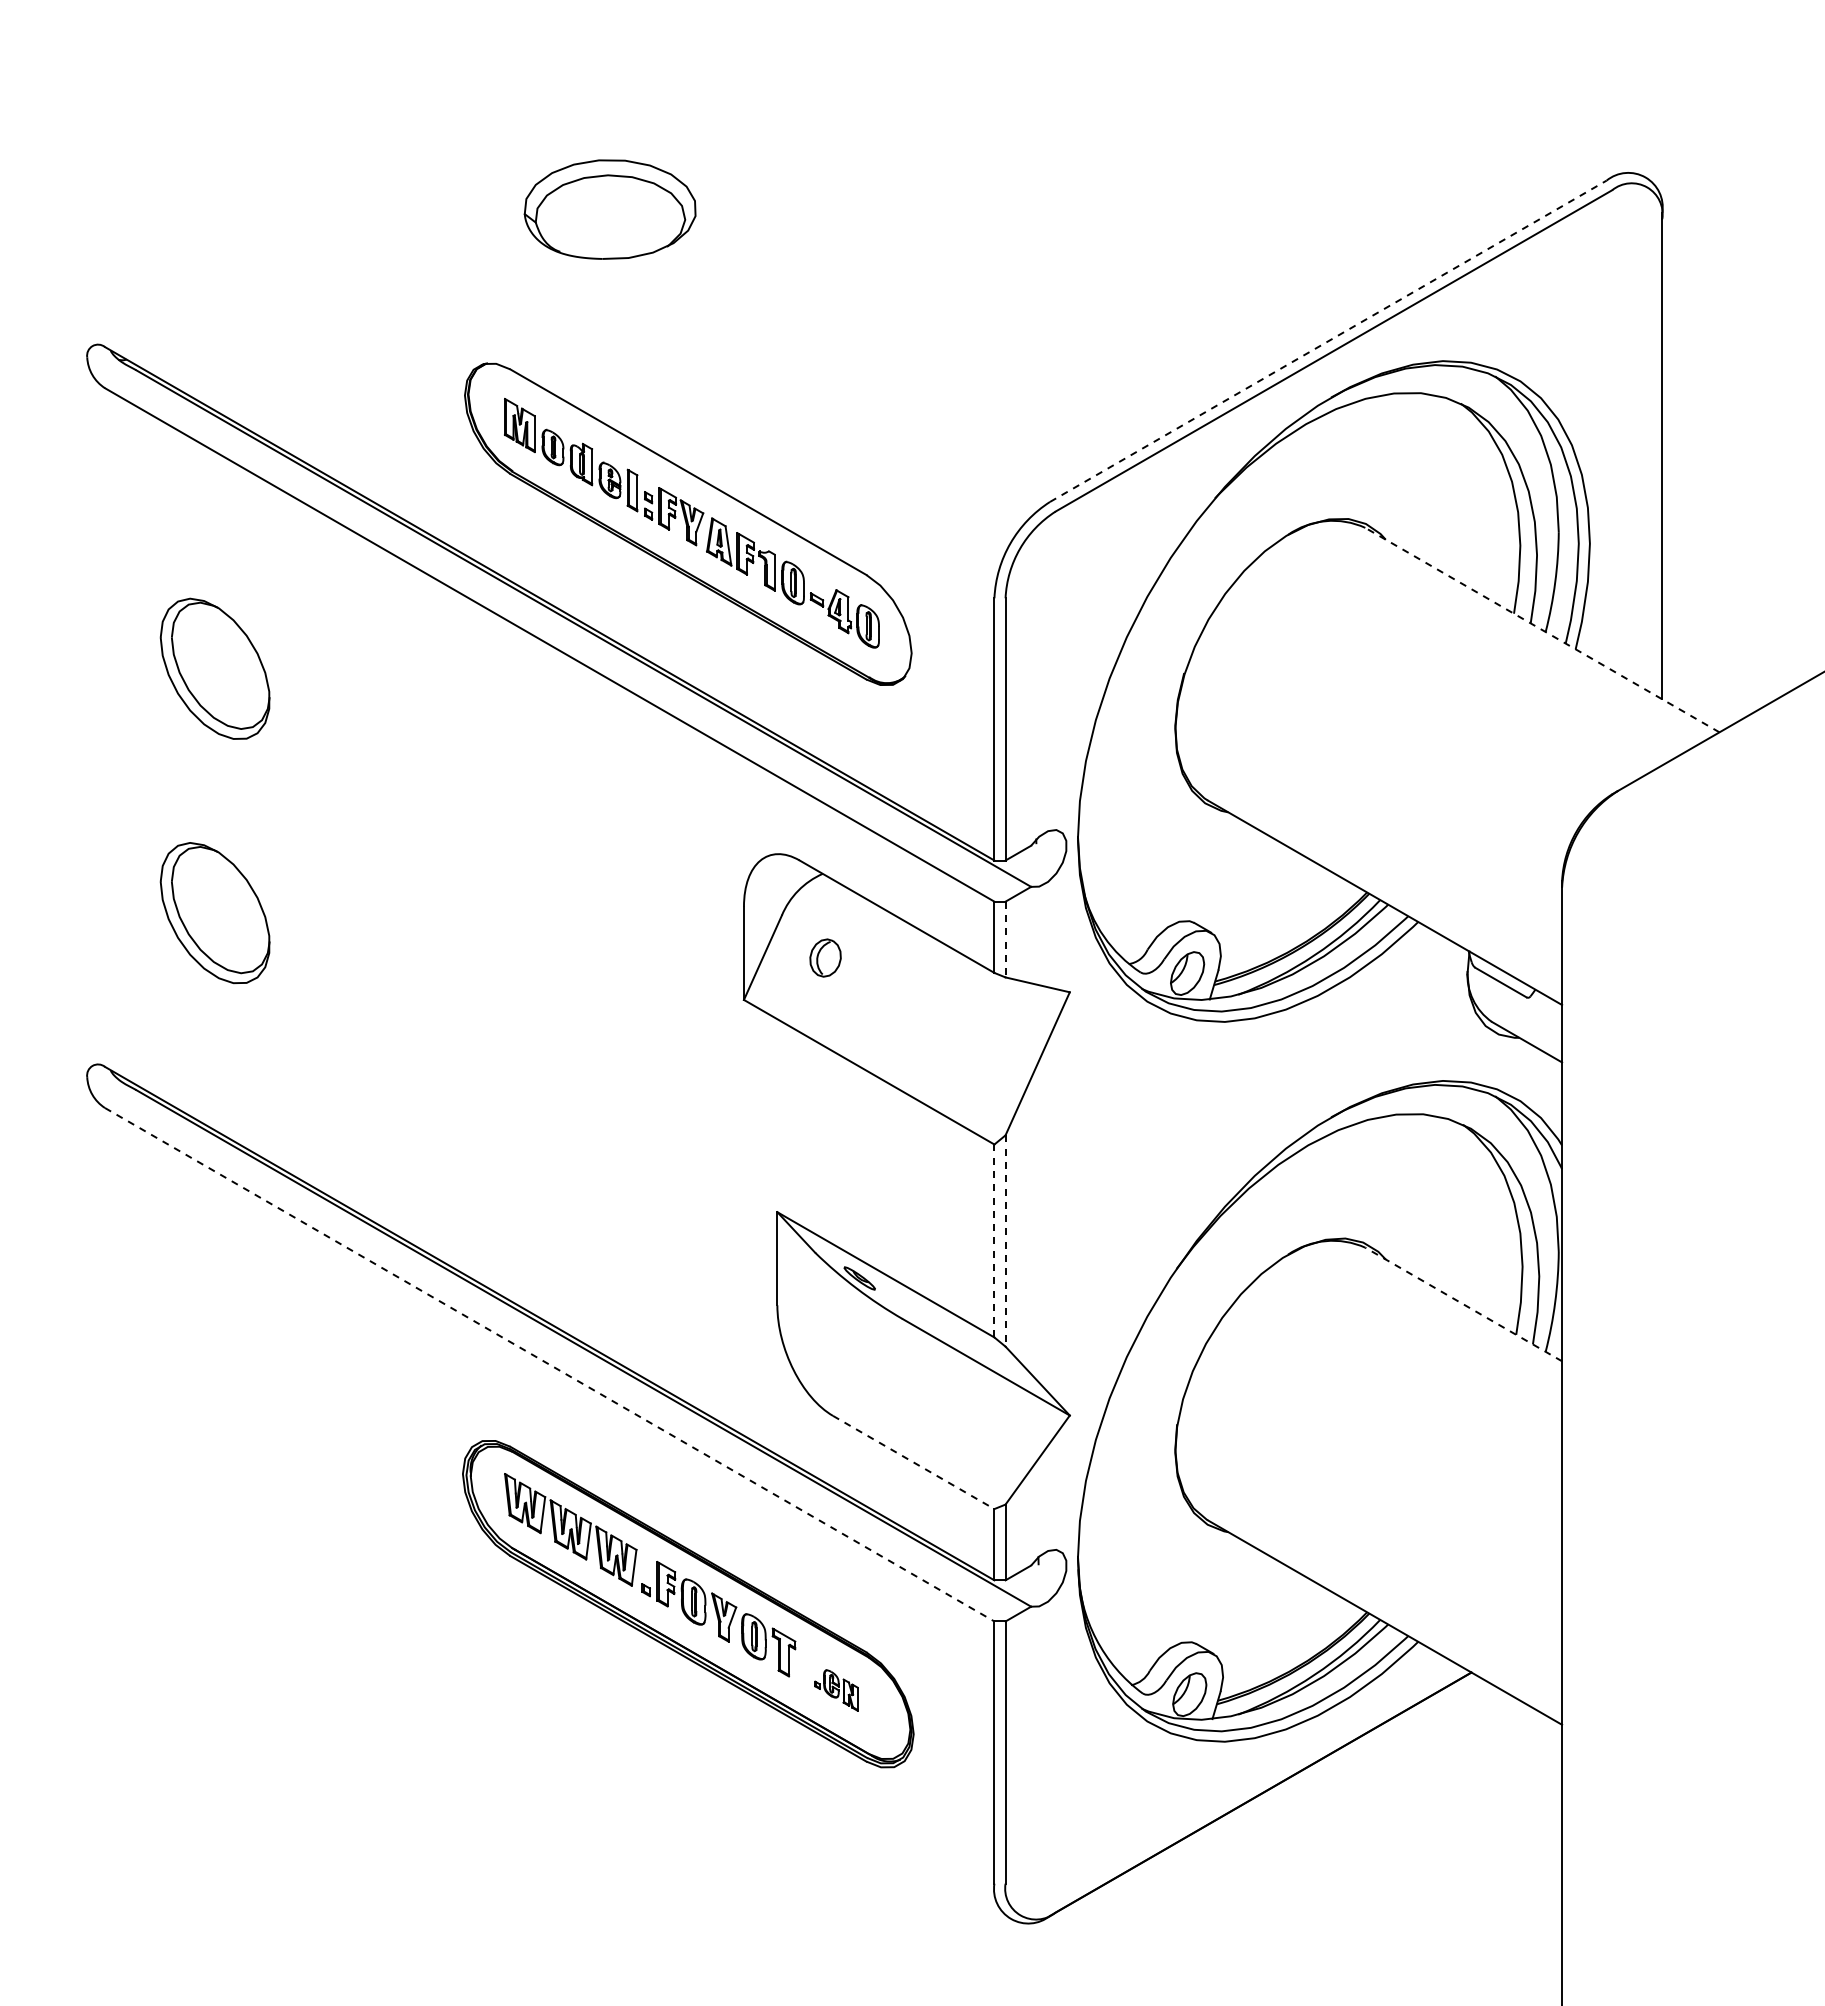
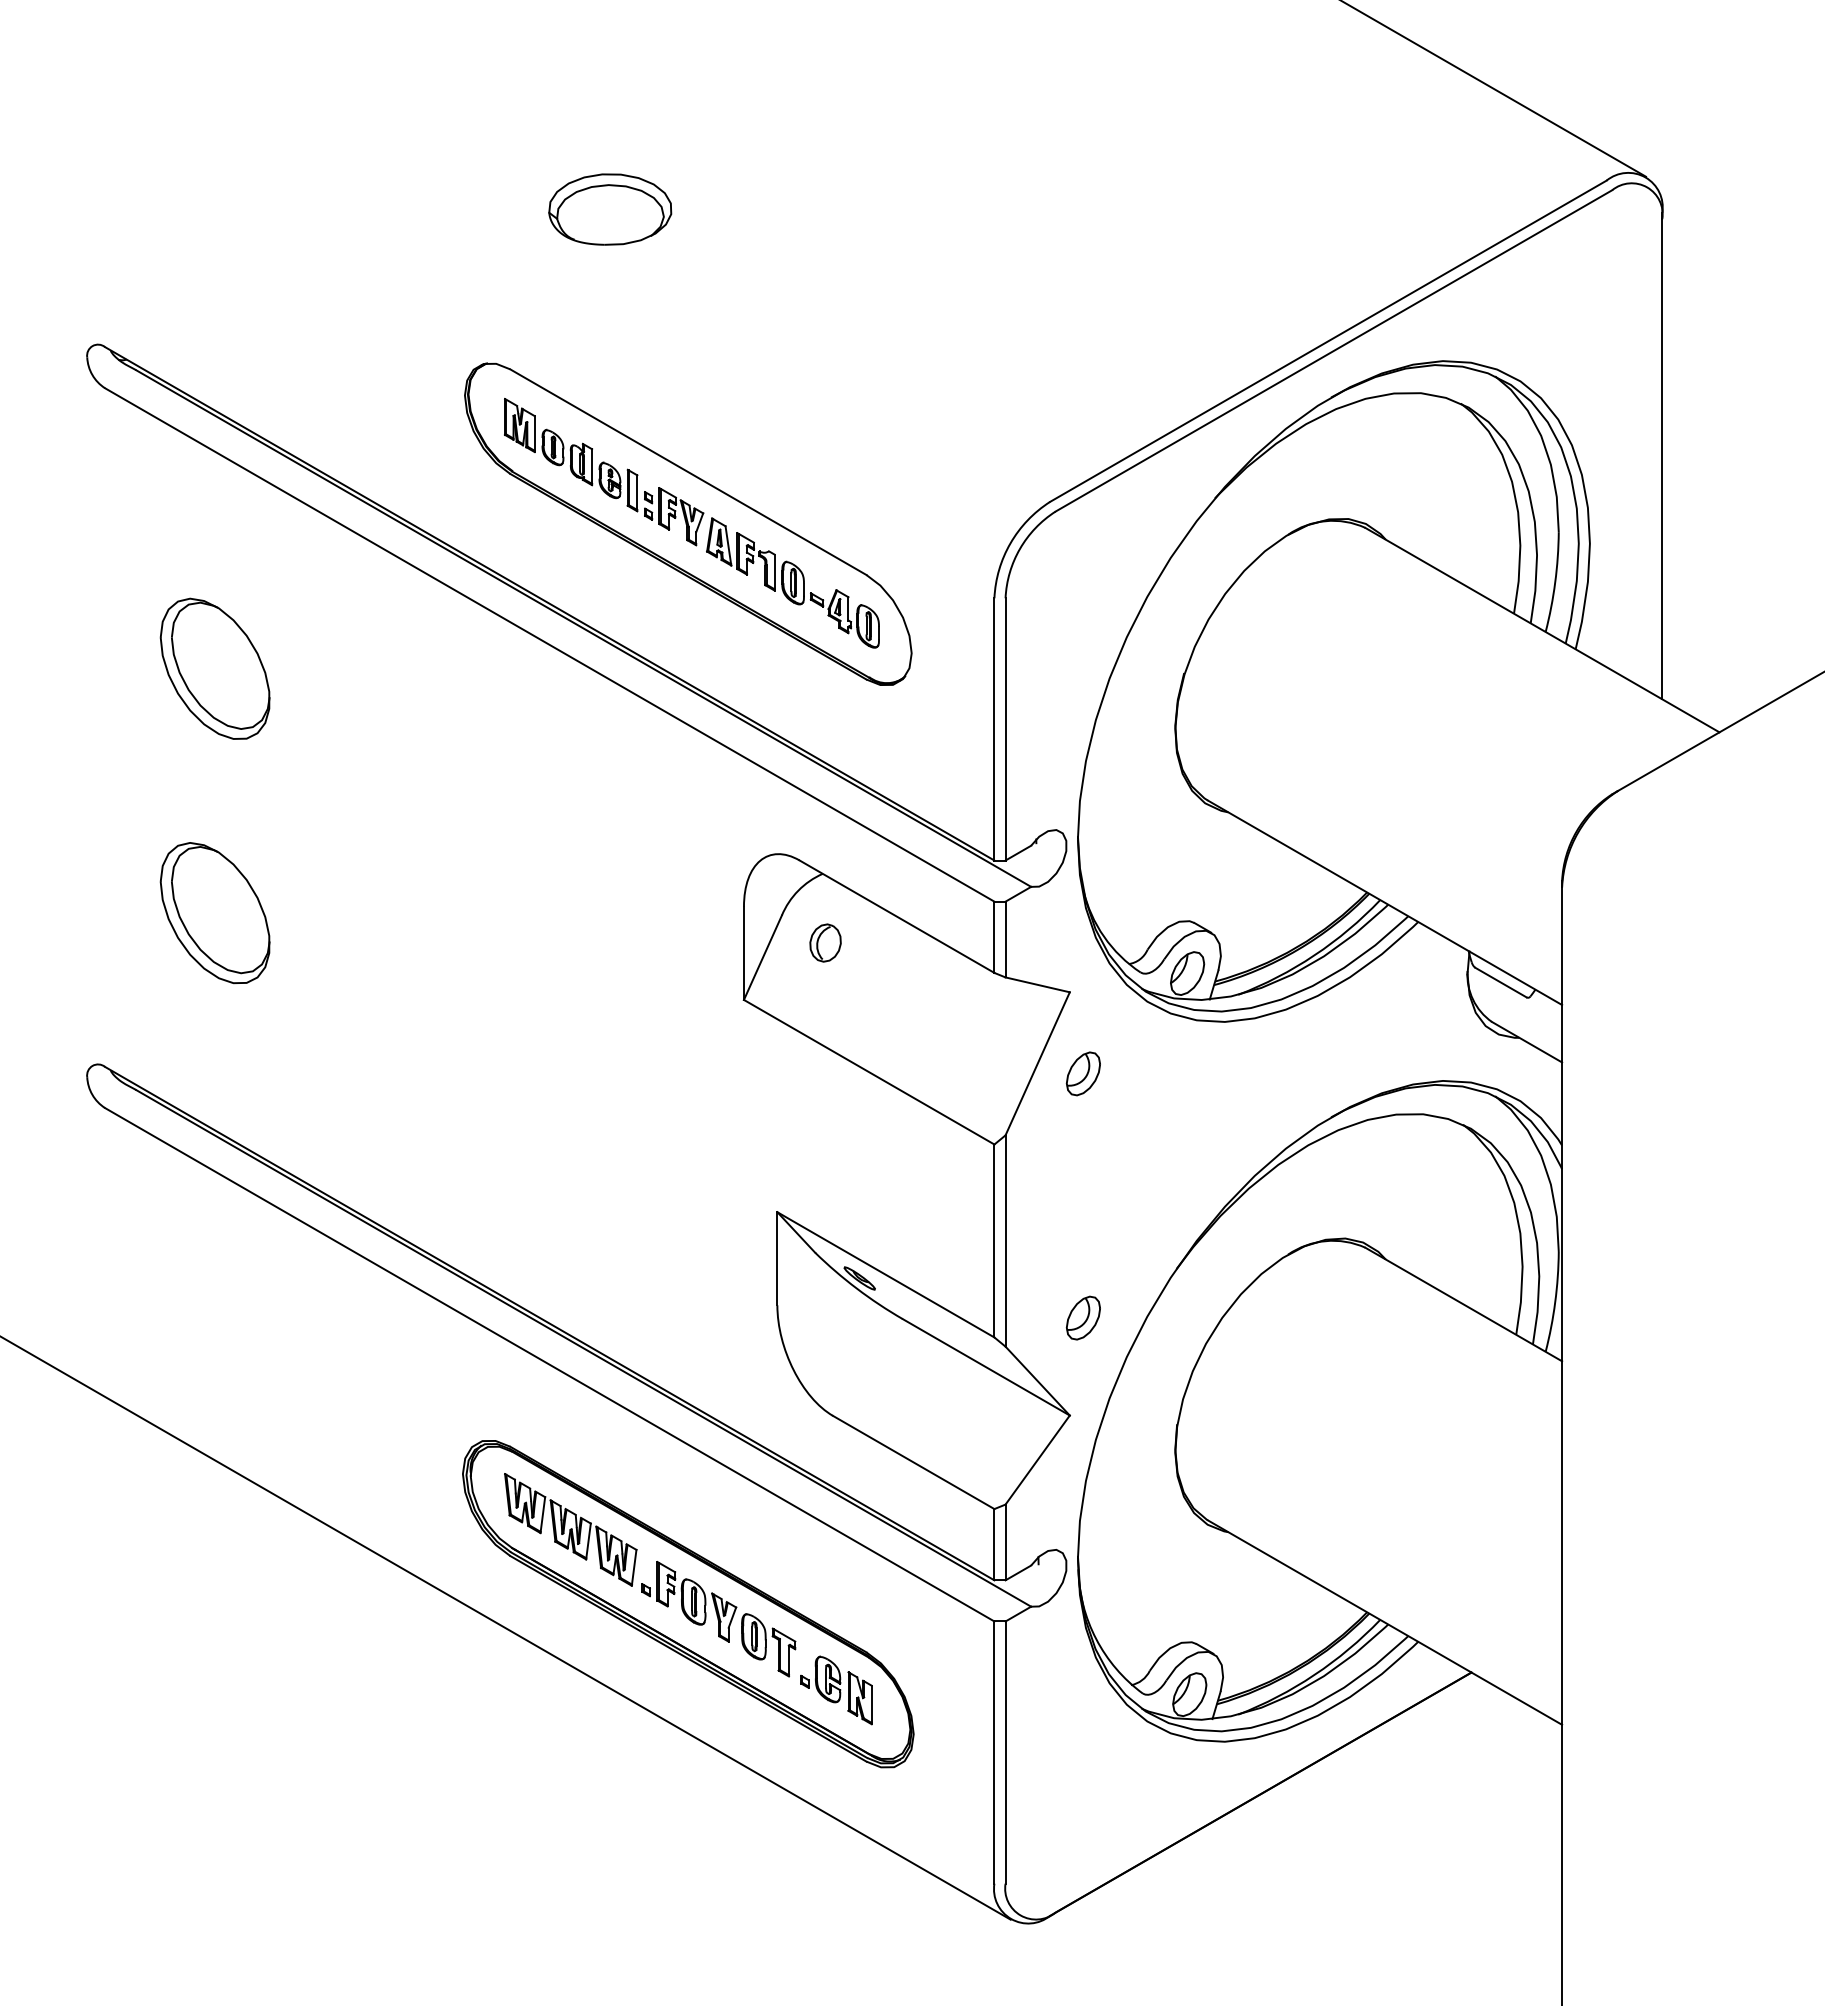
line at (1494, 89): none -> present
part at (609, 209) size: 174x101 px -> 125x73 px
line at (1328, 341): dashed -> solid
line at (1541, 629): dashed -> solid
line at (1005, 939): dashed -> solid
part at (825, 957) position: (825, 957) -> (825, 942)
part at (1082, 1073): none -> present
line at (994, 1240): dashed -> solid
line at (1005, 1241): dashed -> solid
line at (1463, 1304): dashed -> solid
part at (1082, 1317): none -> present
line at (550, 1365): dashed -> solid
line at (914, 1462): dashed -> solid
line at (506, 1628): none -> present
part at (836, 1690) size: 45x43 px -> 73x71 px
